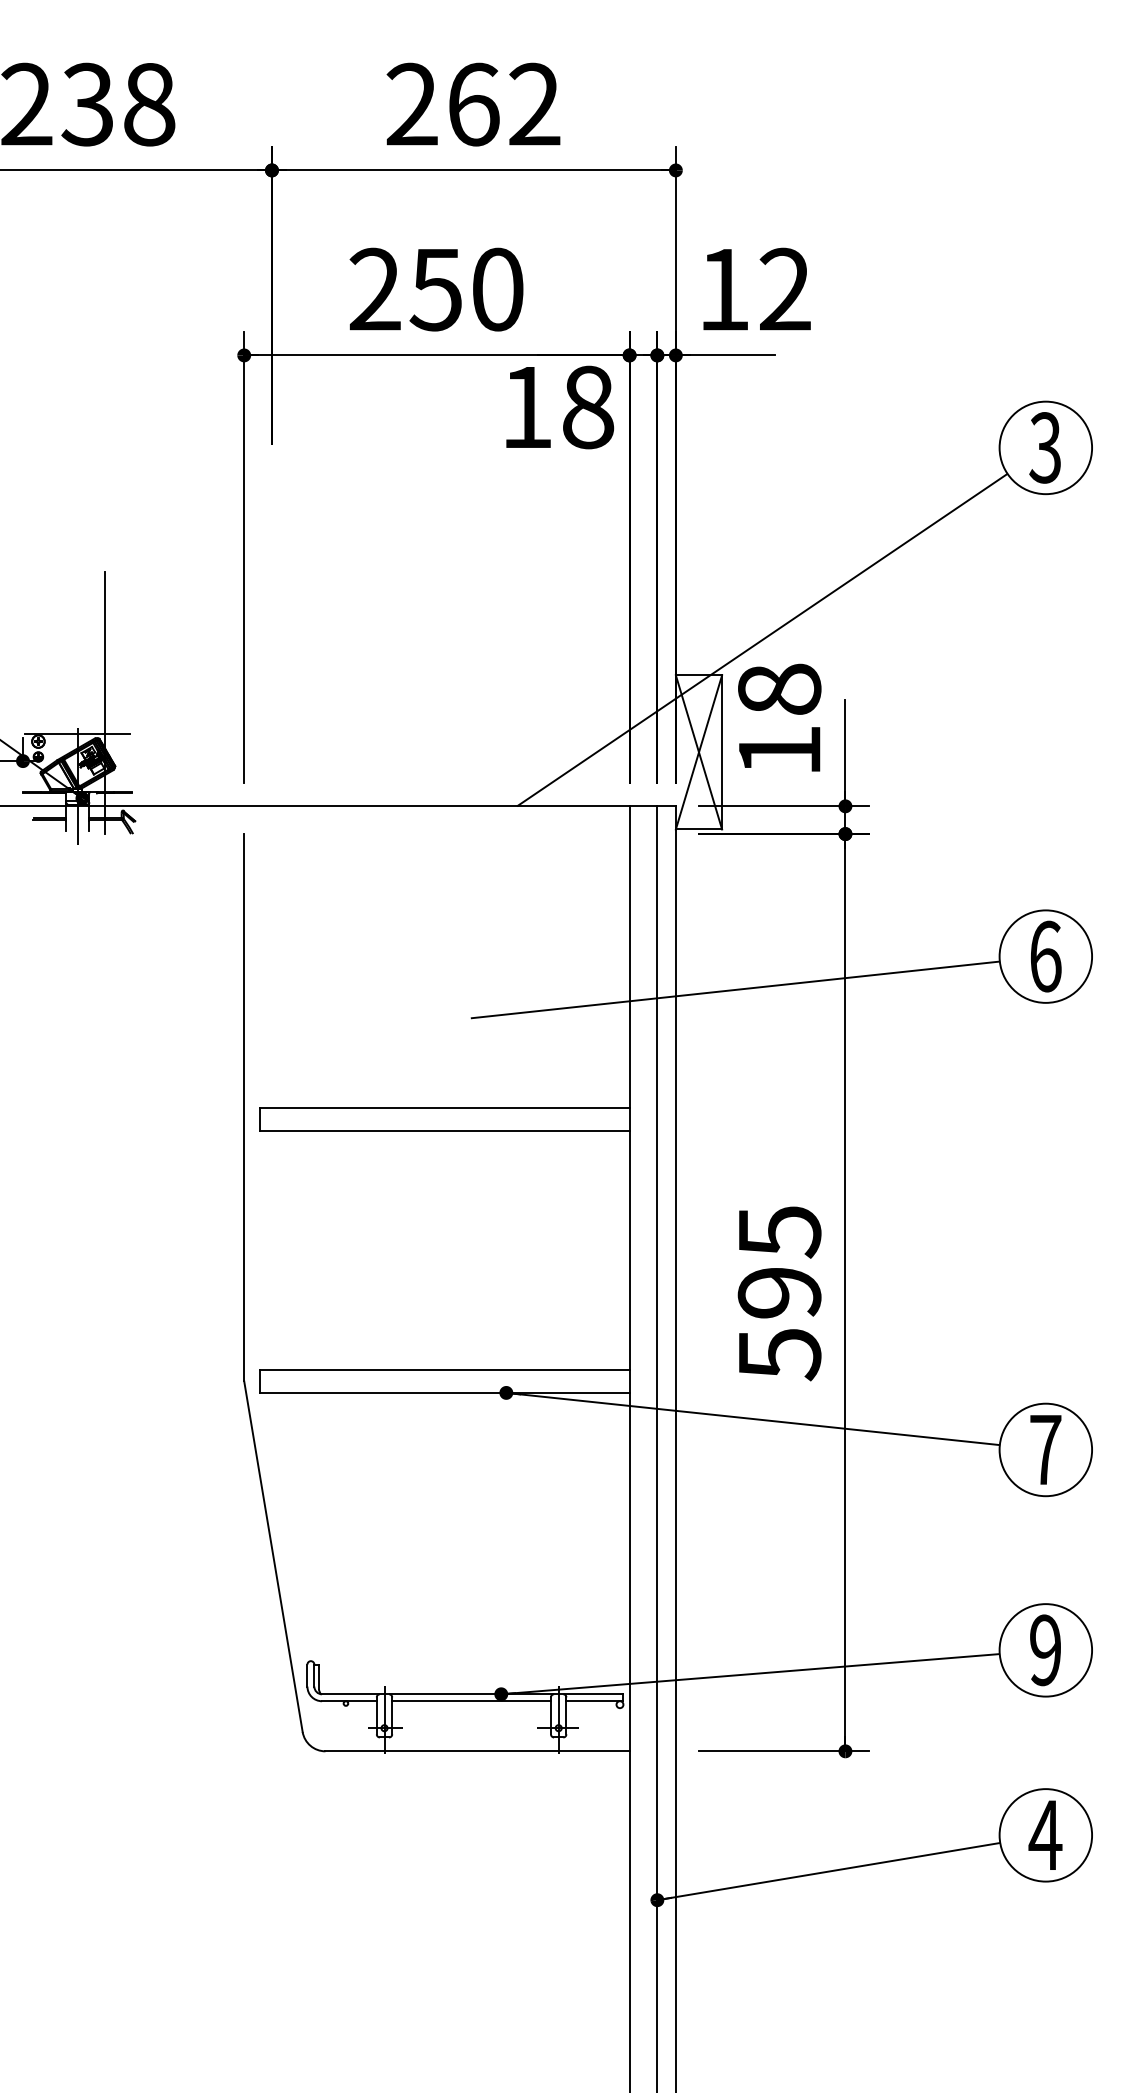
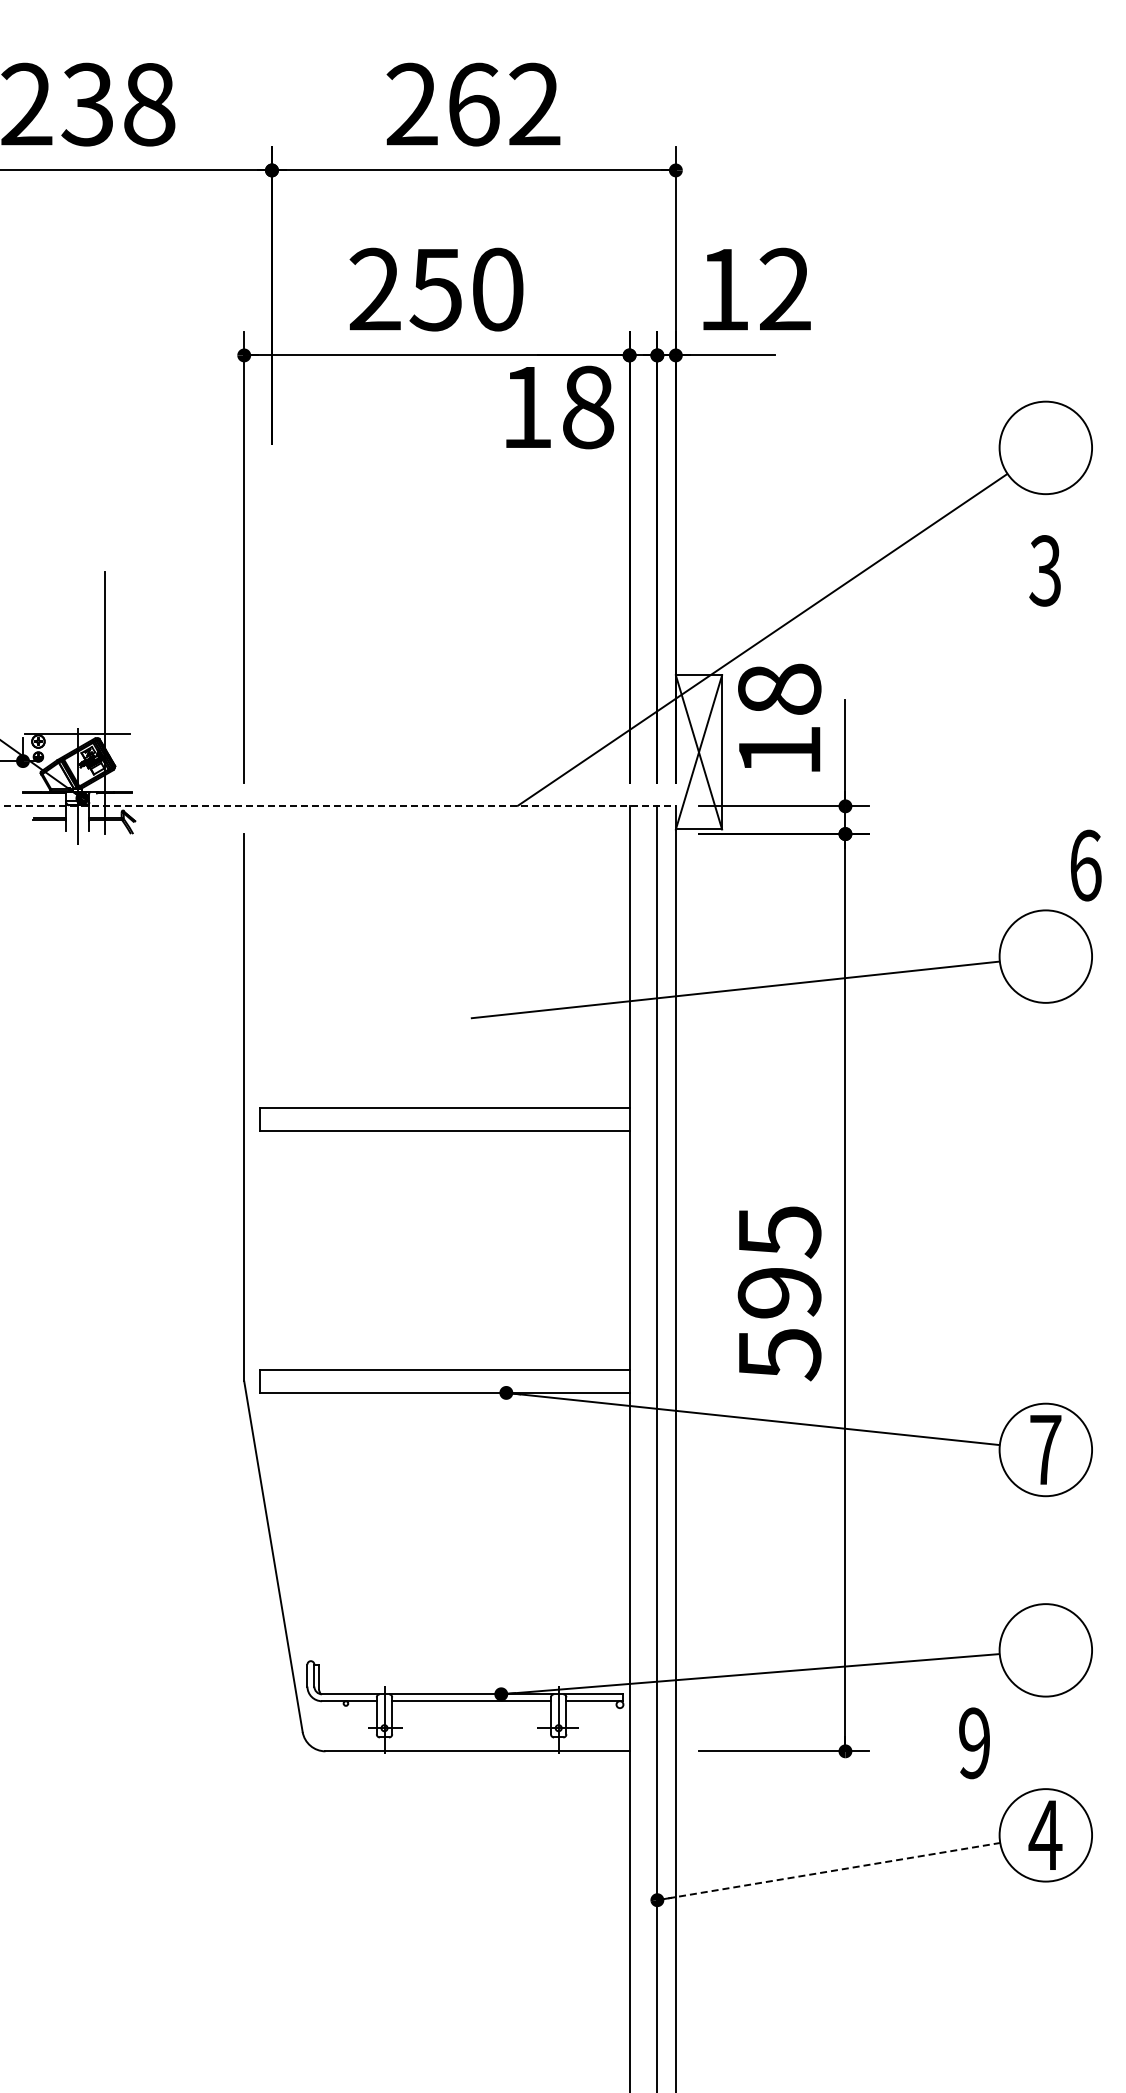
text at (1044, 447) position: (1044, 447) -> (1044, 570)
line at (337, 806): solid -> dashed
text at (1046, 956) position: (1046, 956) -> (1086, 865)
text at (1045, 1650) position: (1045, 1650) -> (974, 1743)
line at (828, 1871): solid -> dashed
